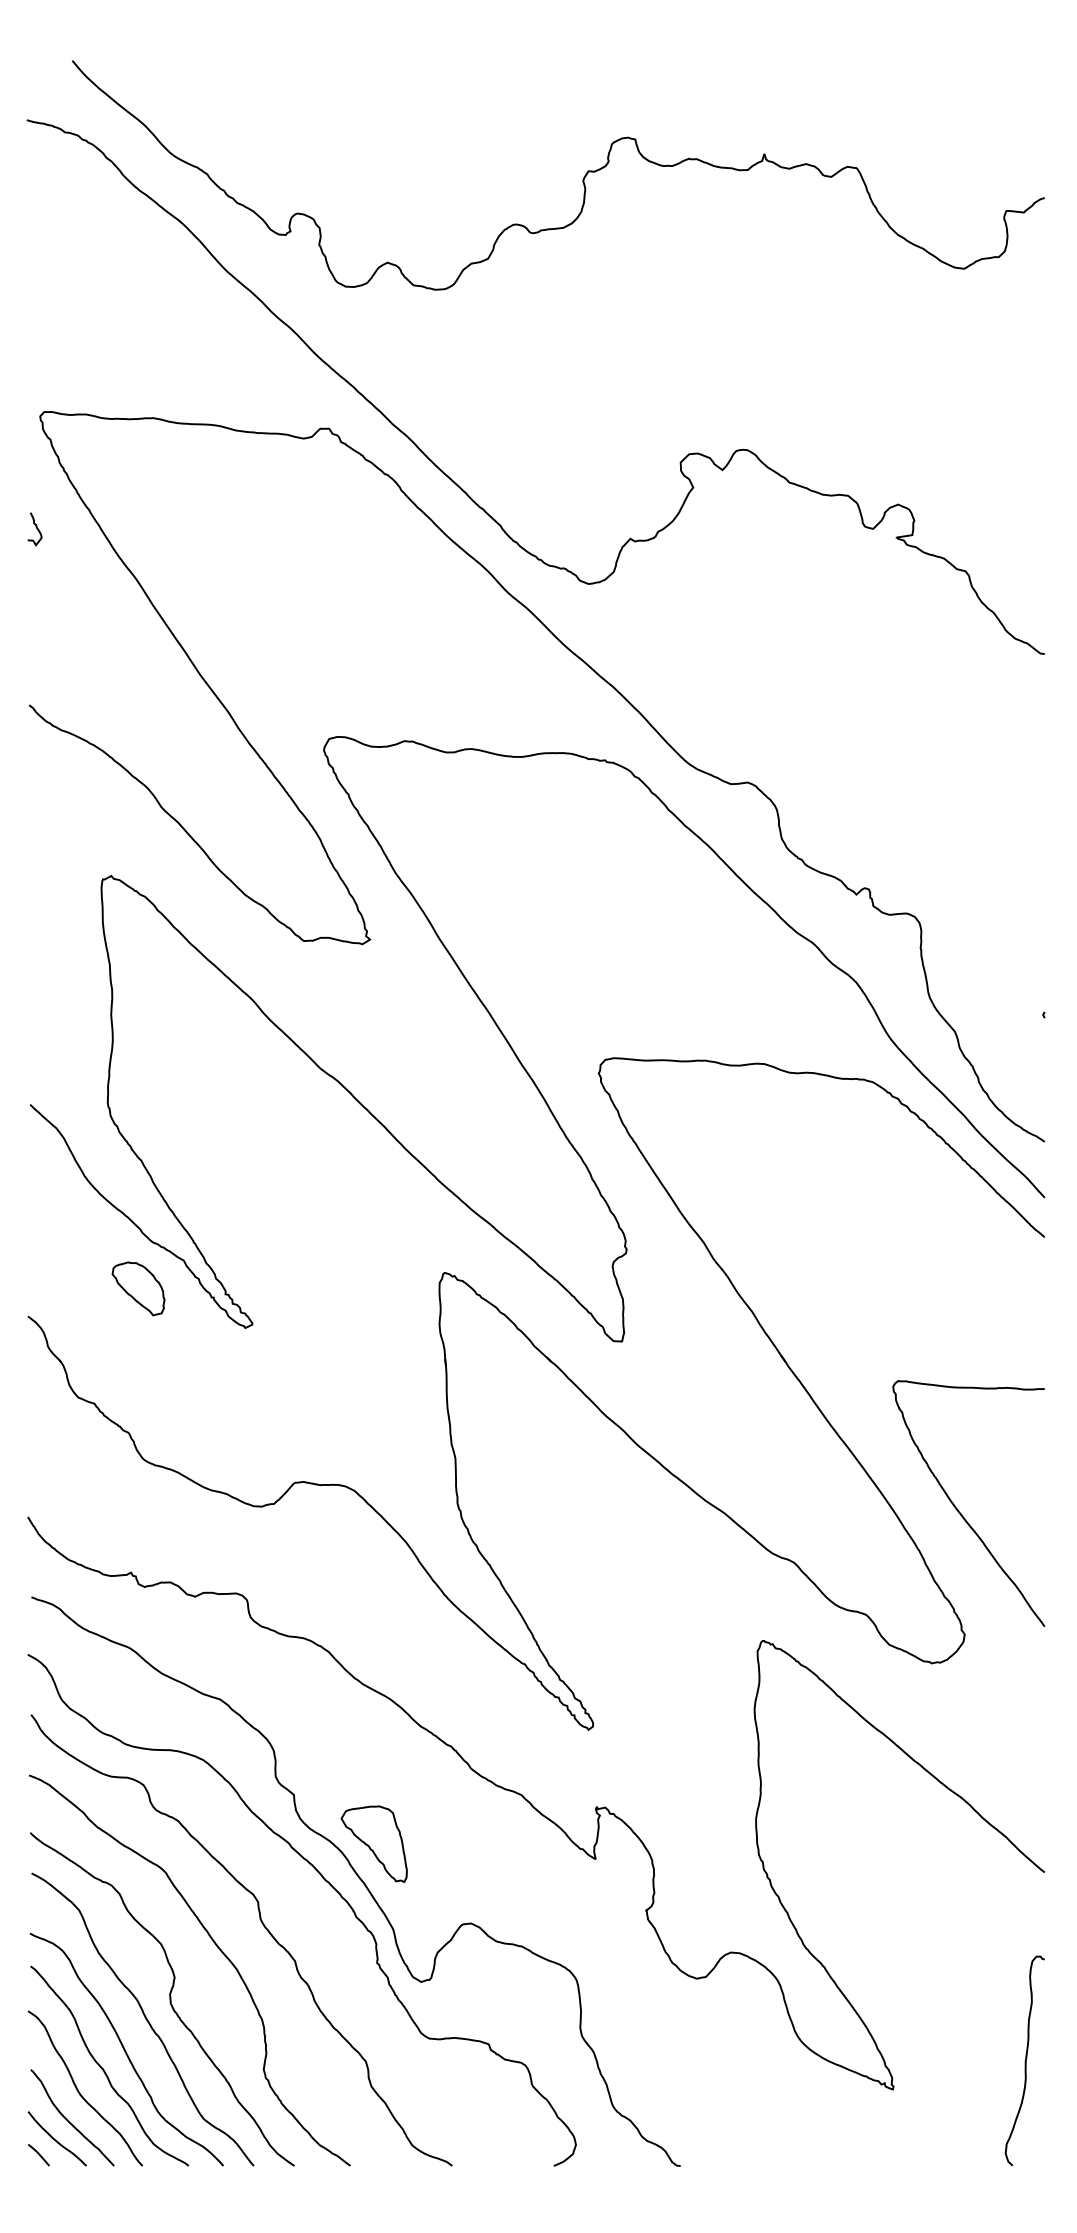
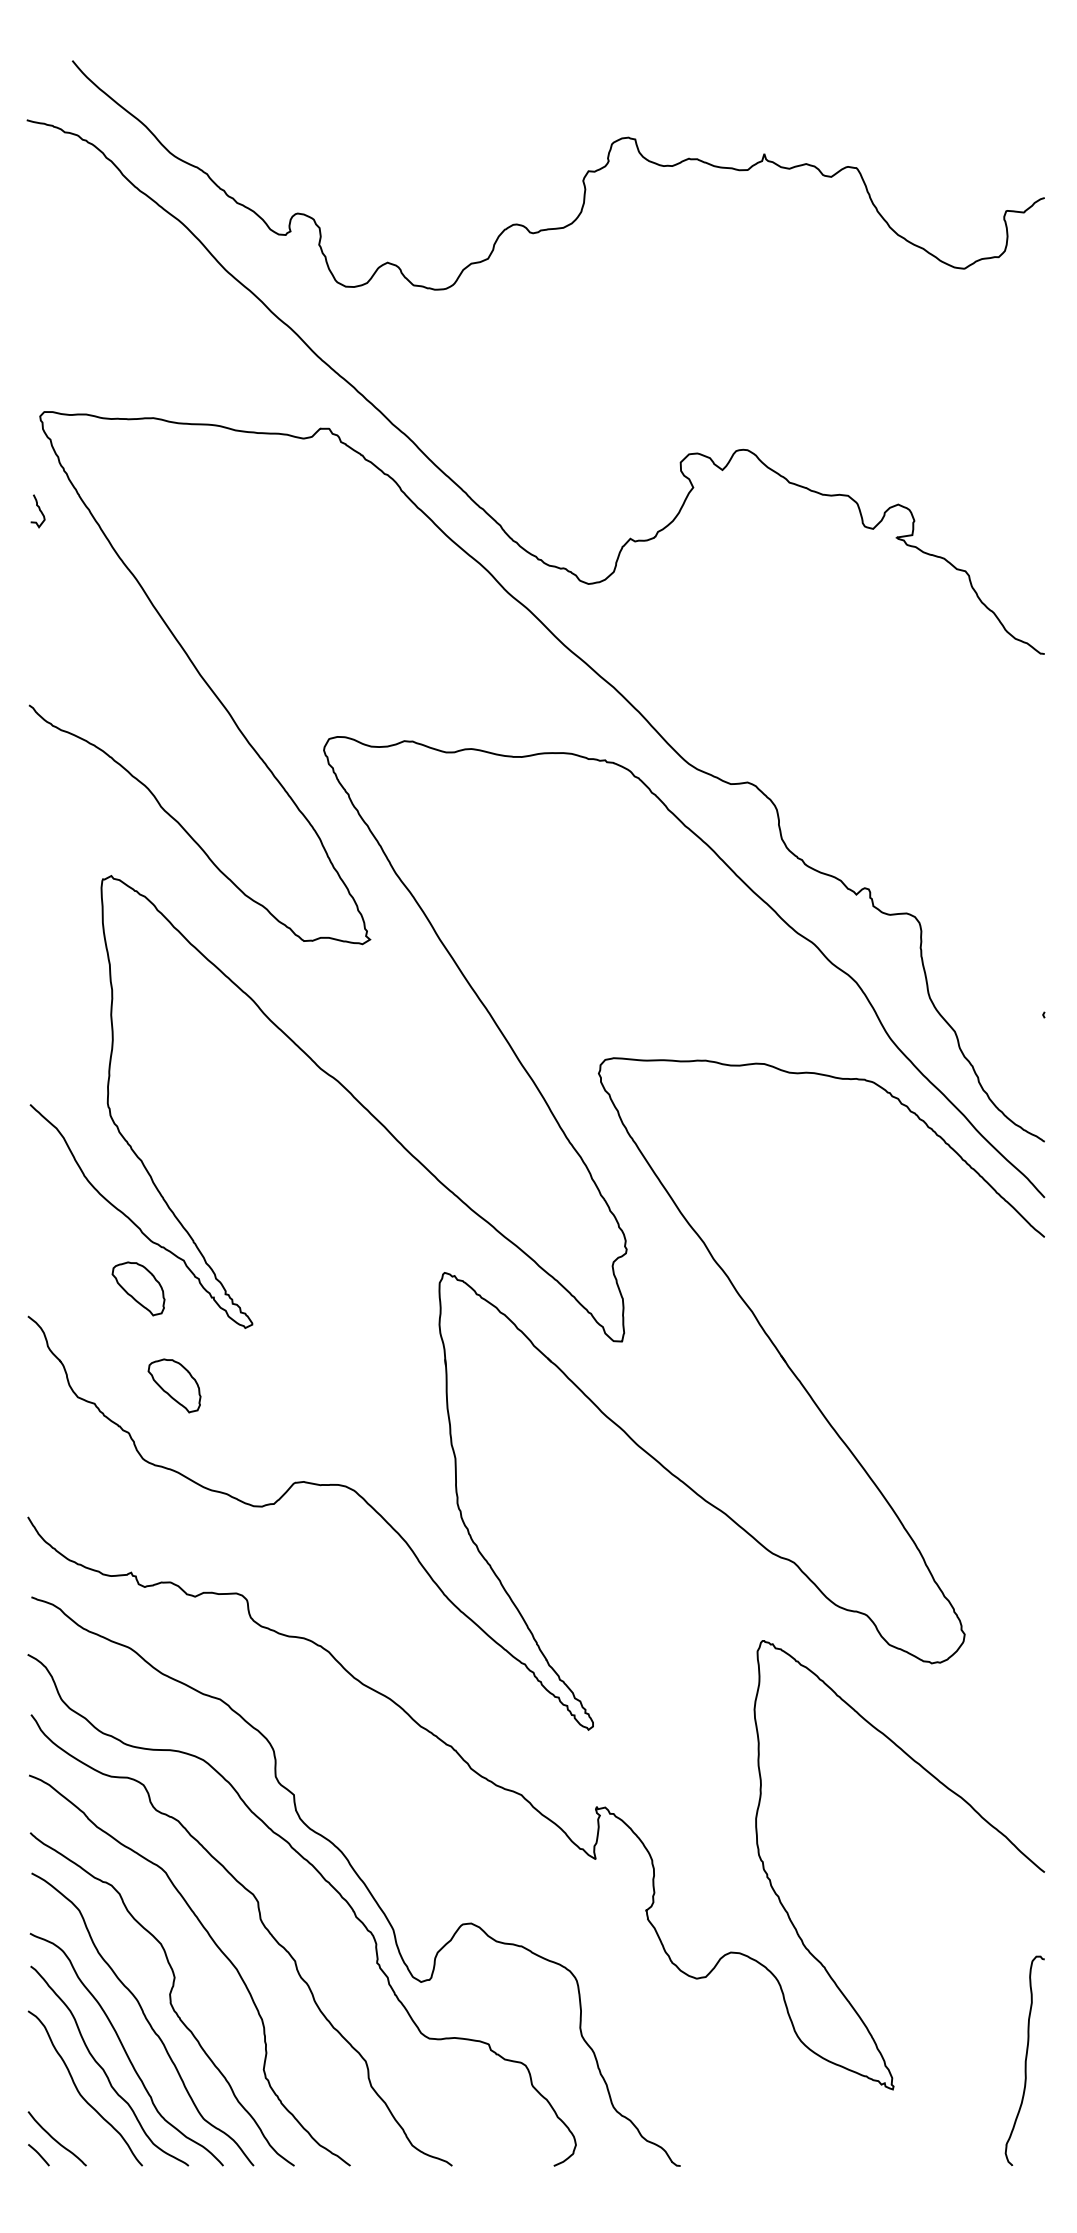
curve at (36, 529) position: (36, 529) -> (39, 511)
part at (174, 1385): none -> present
curve at (958, 1509): present -> none
part at (373, 1844): present -> none
curve at (68, 2120): present -> none
